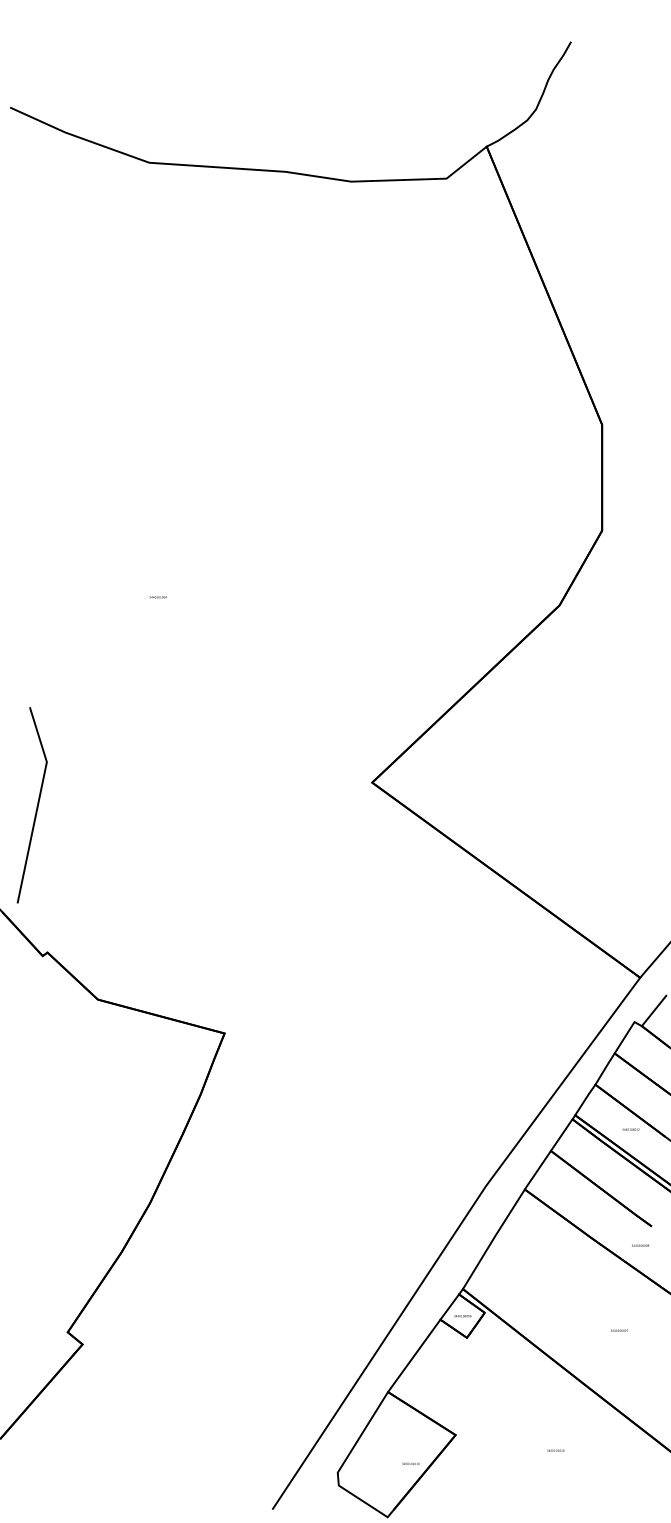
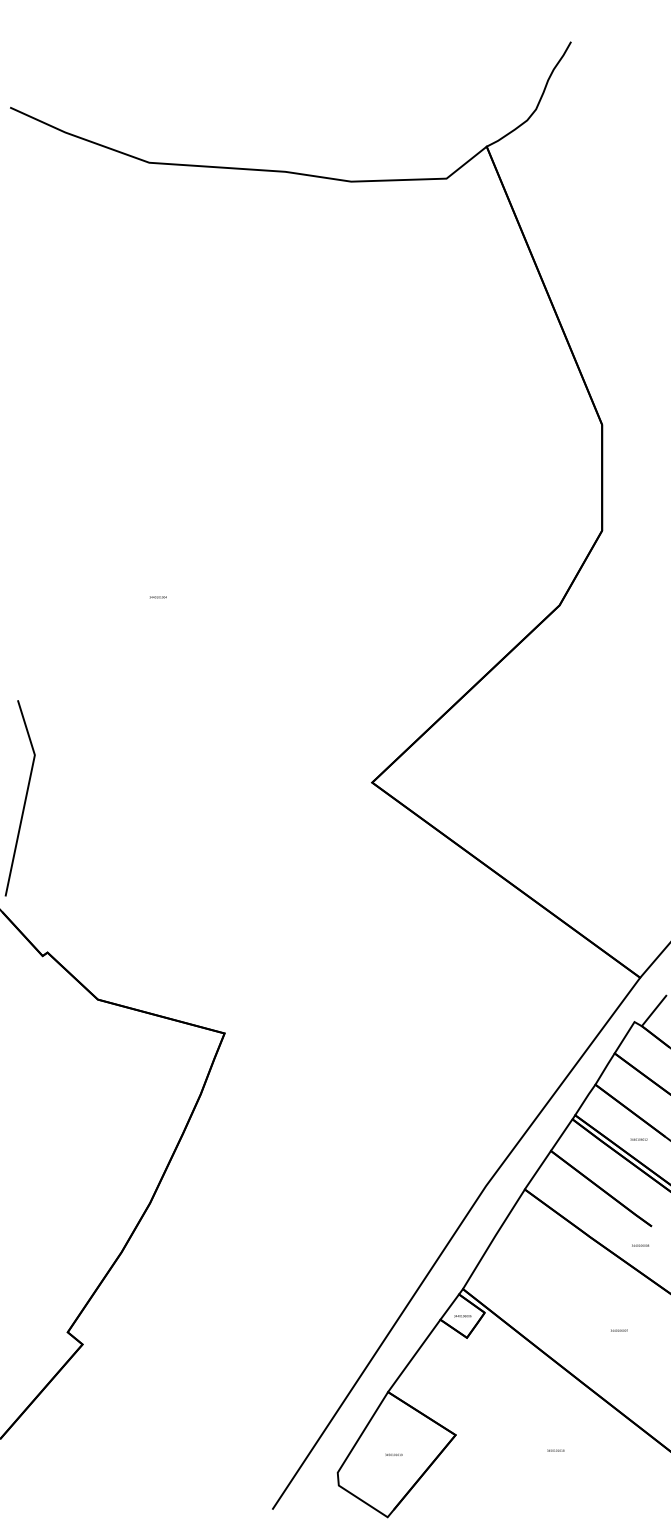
line at (36, 806) position: (36, 806) -> (24, 799)
text at (630, 1129) position: (630, 1129) -> (638, 1139)
text at (410, 1463) position: (410, 1463) -> (393, 1454)
